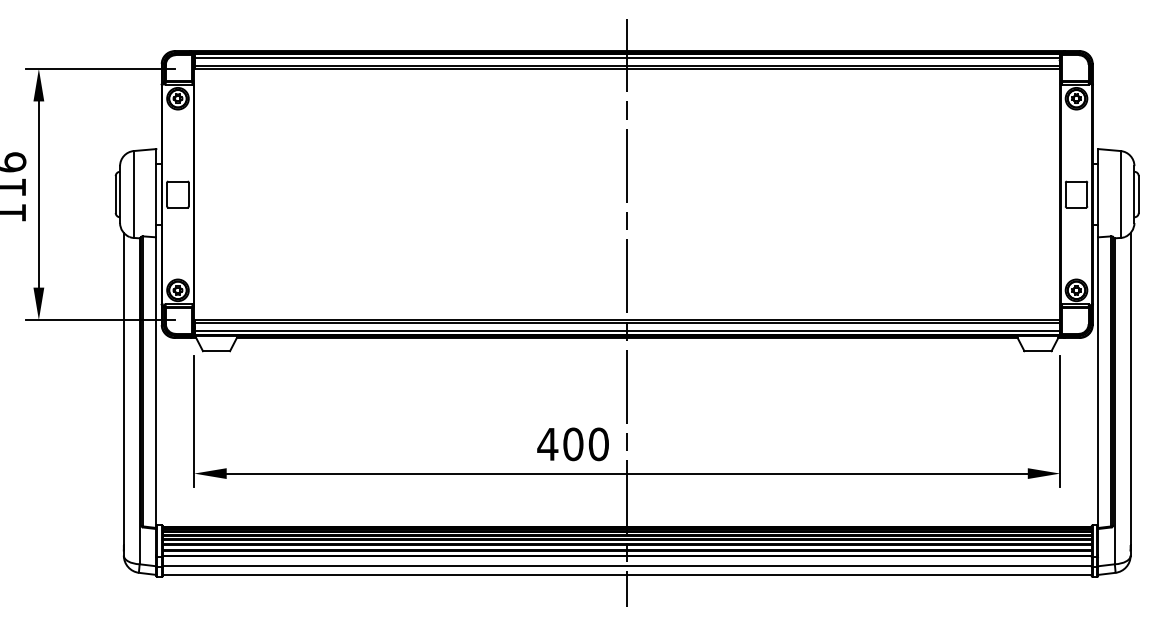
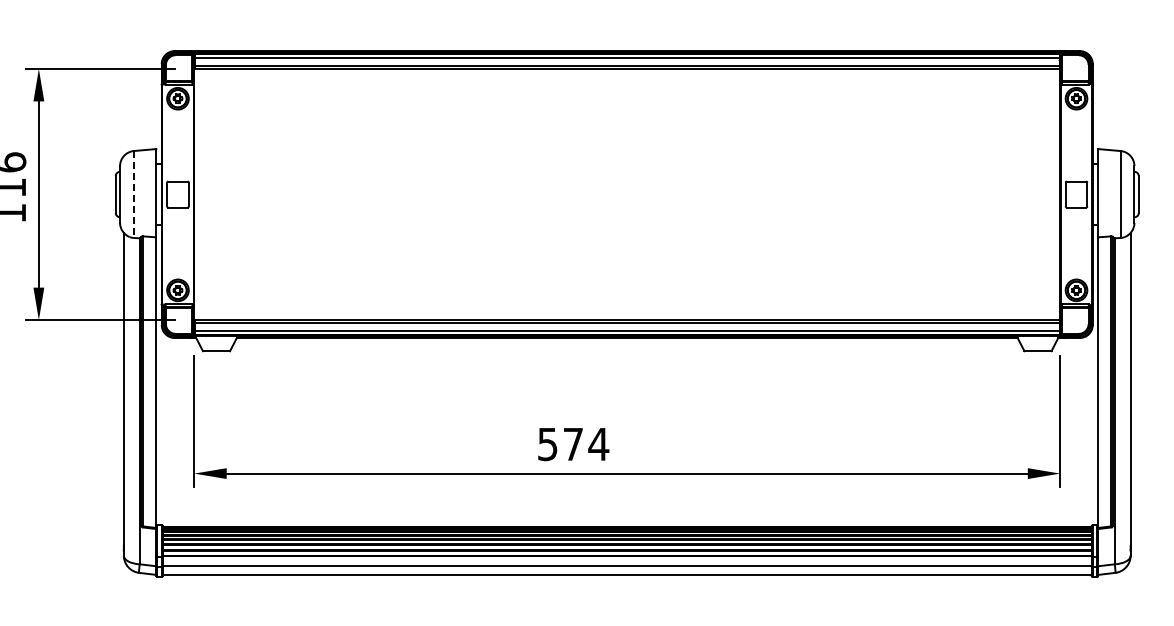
line at (133, 195): solid -> dashed
line at (627, 312): present -> none
text at (573, 444): 400 -> 574
